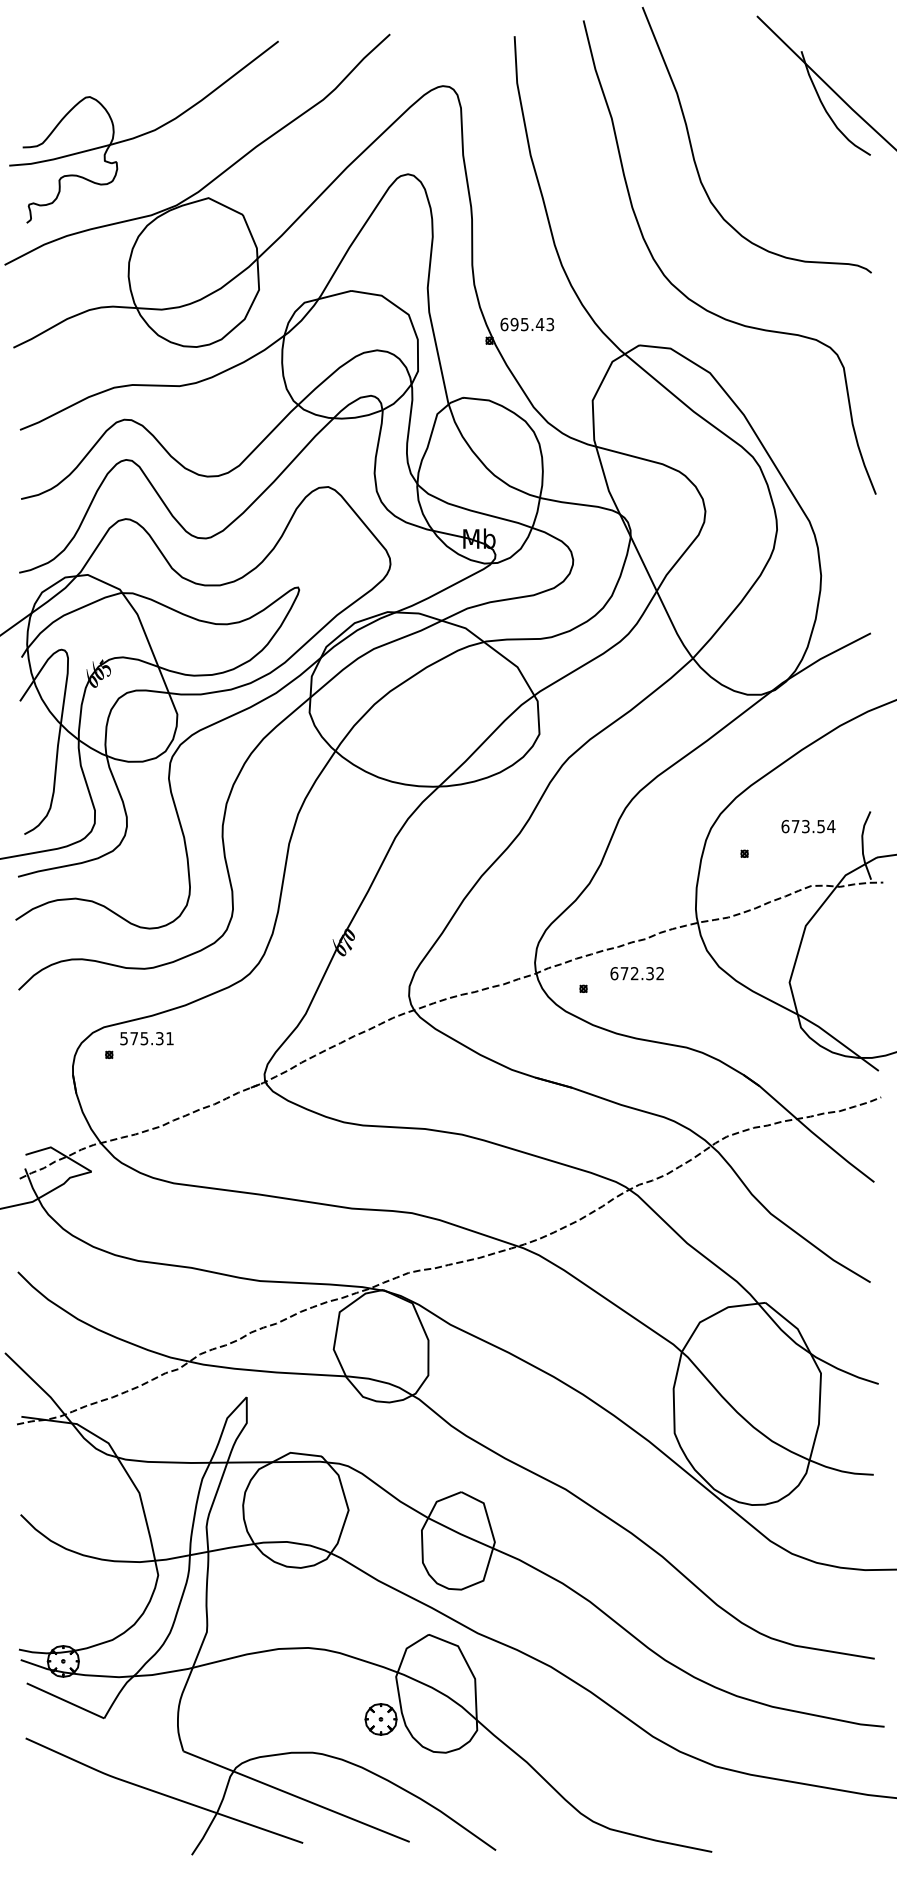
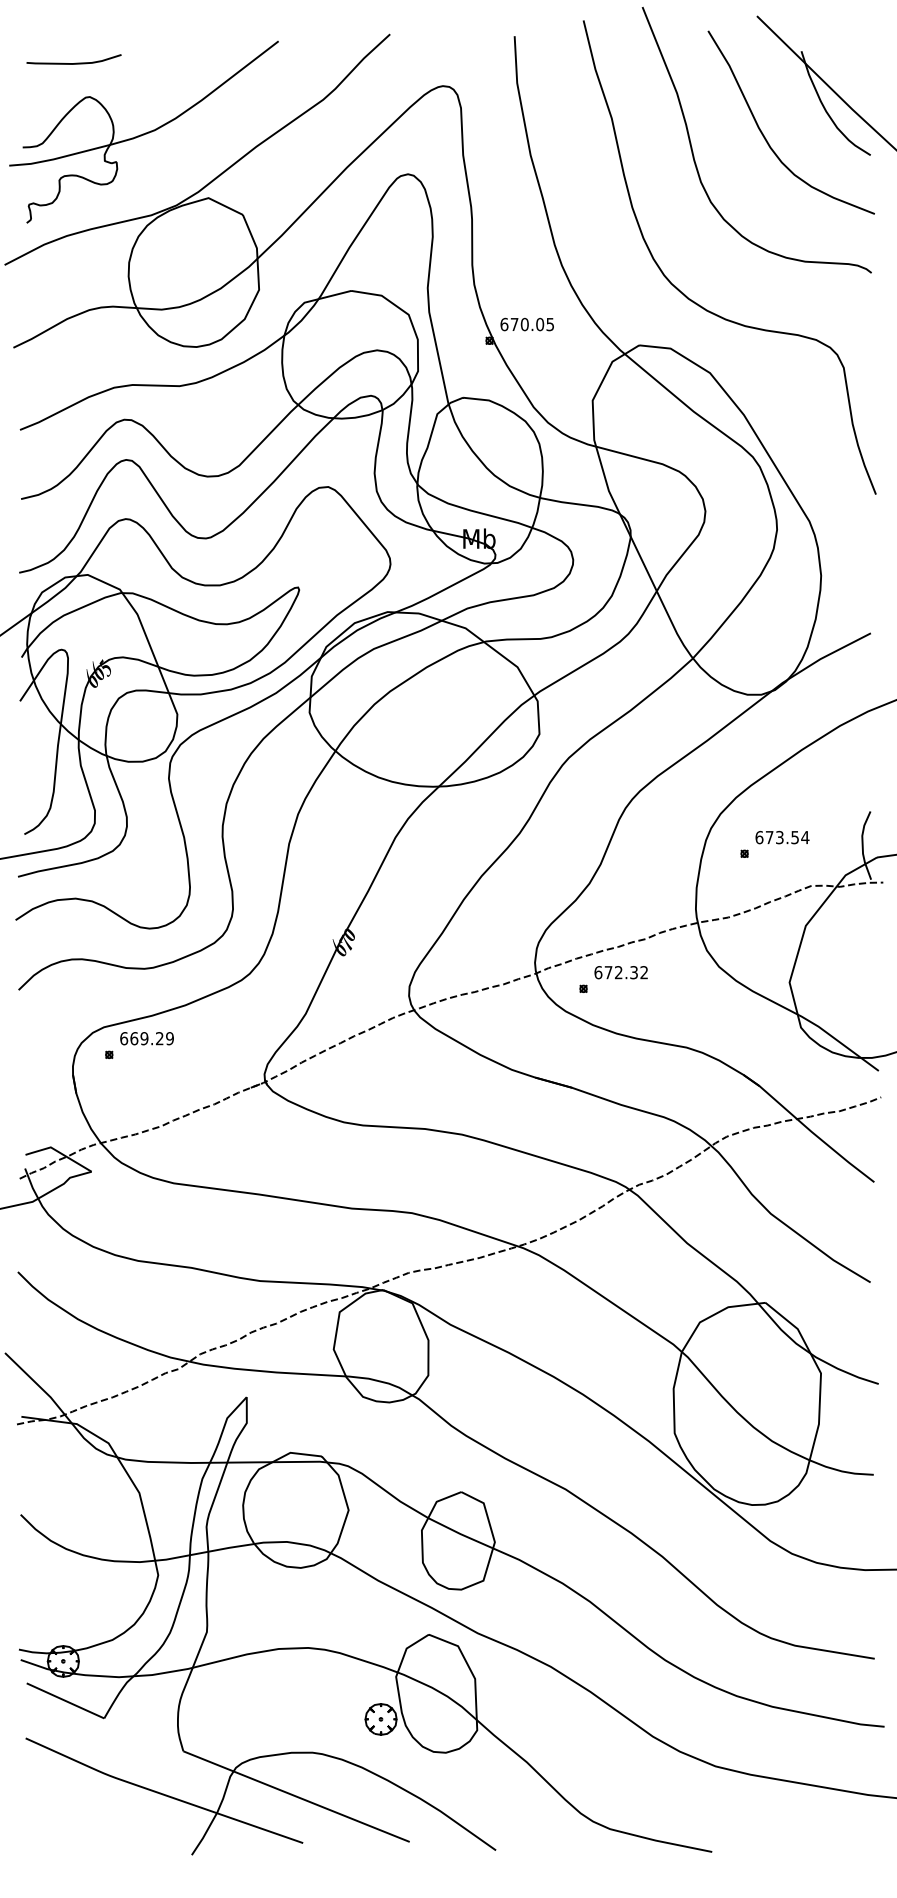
curve at (75, 62): none -> present
curve at (766, 138): none -> present
text at (532, 324): 695.43 -> 670.05
text at (808, 826) position: (808, 826) -> (782, 837)
text at (636, 973) position: (636, 973) -> (620, 972)
text at (146, 1038): 575.31 -> 669.29
